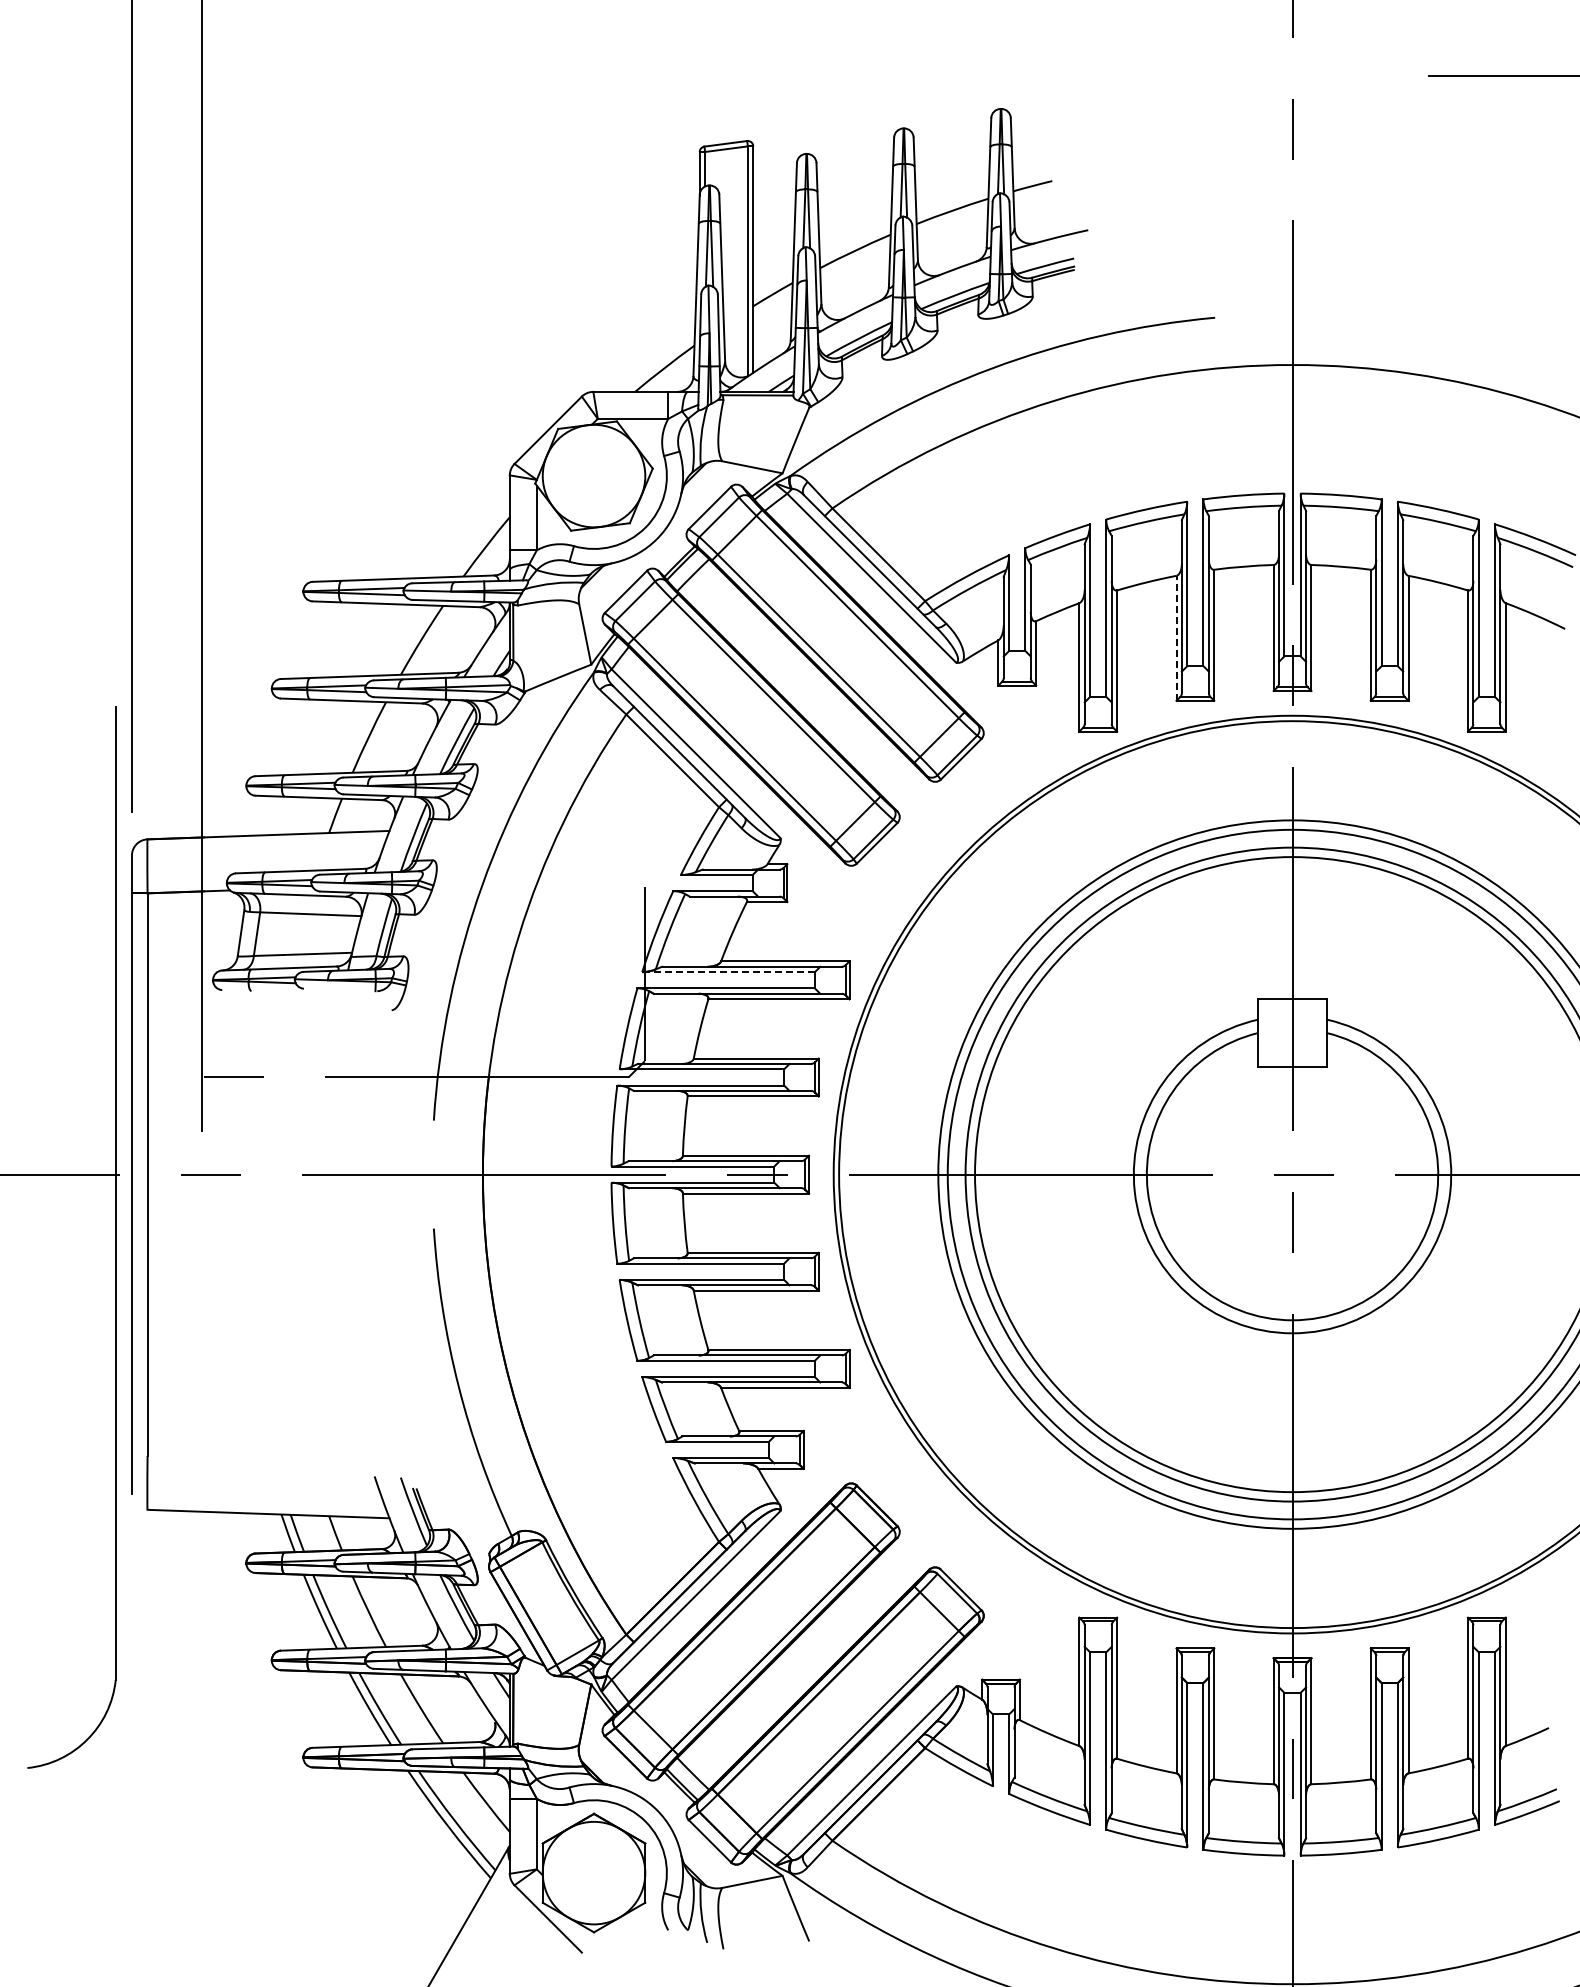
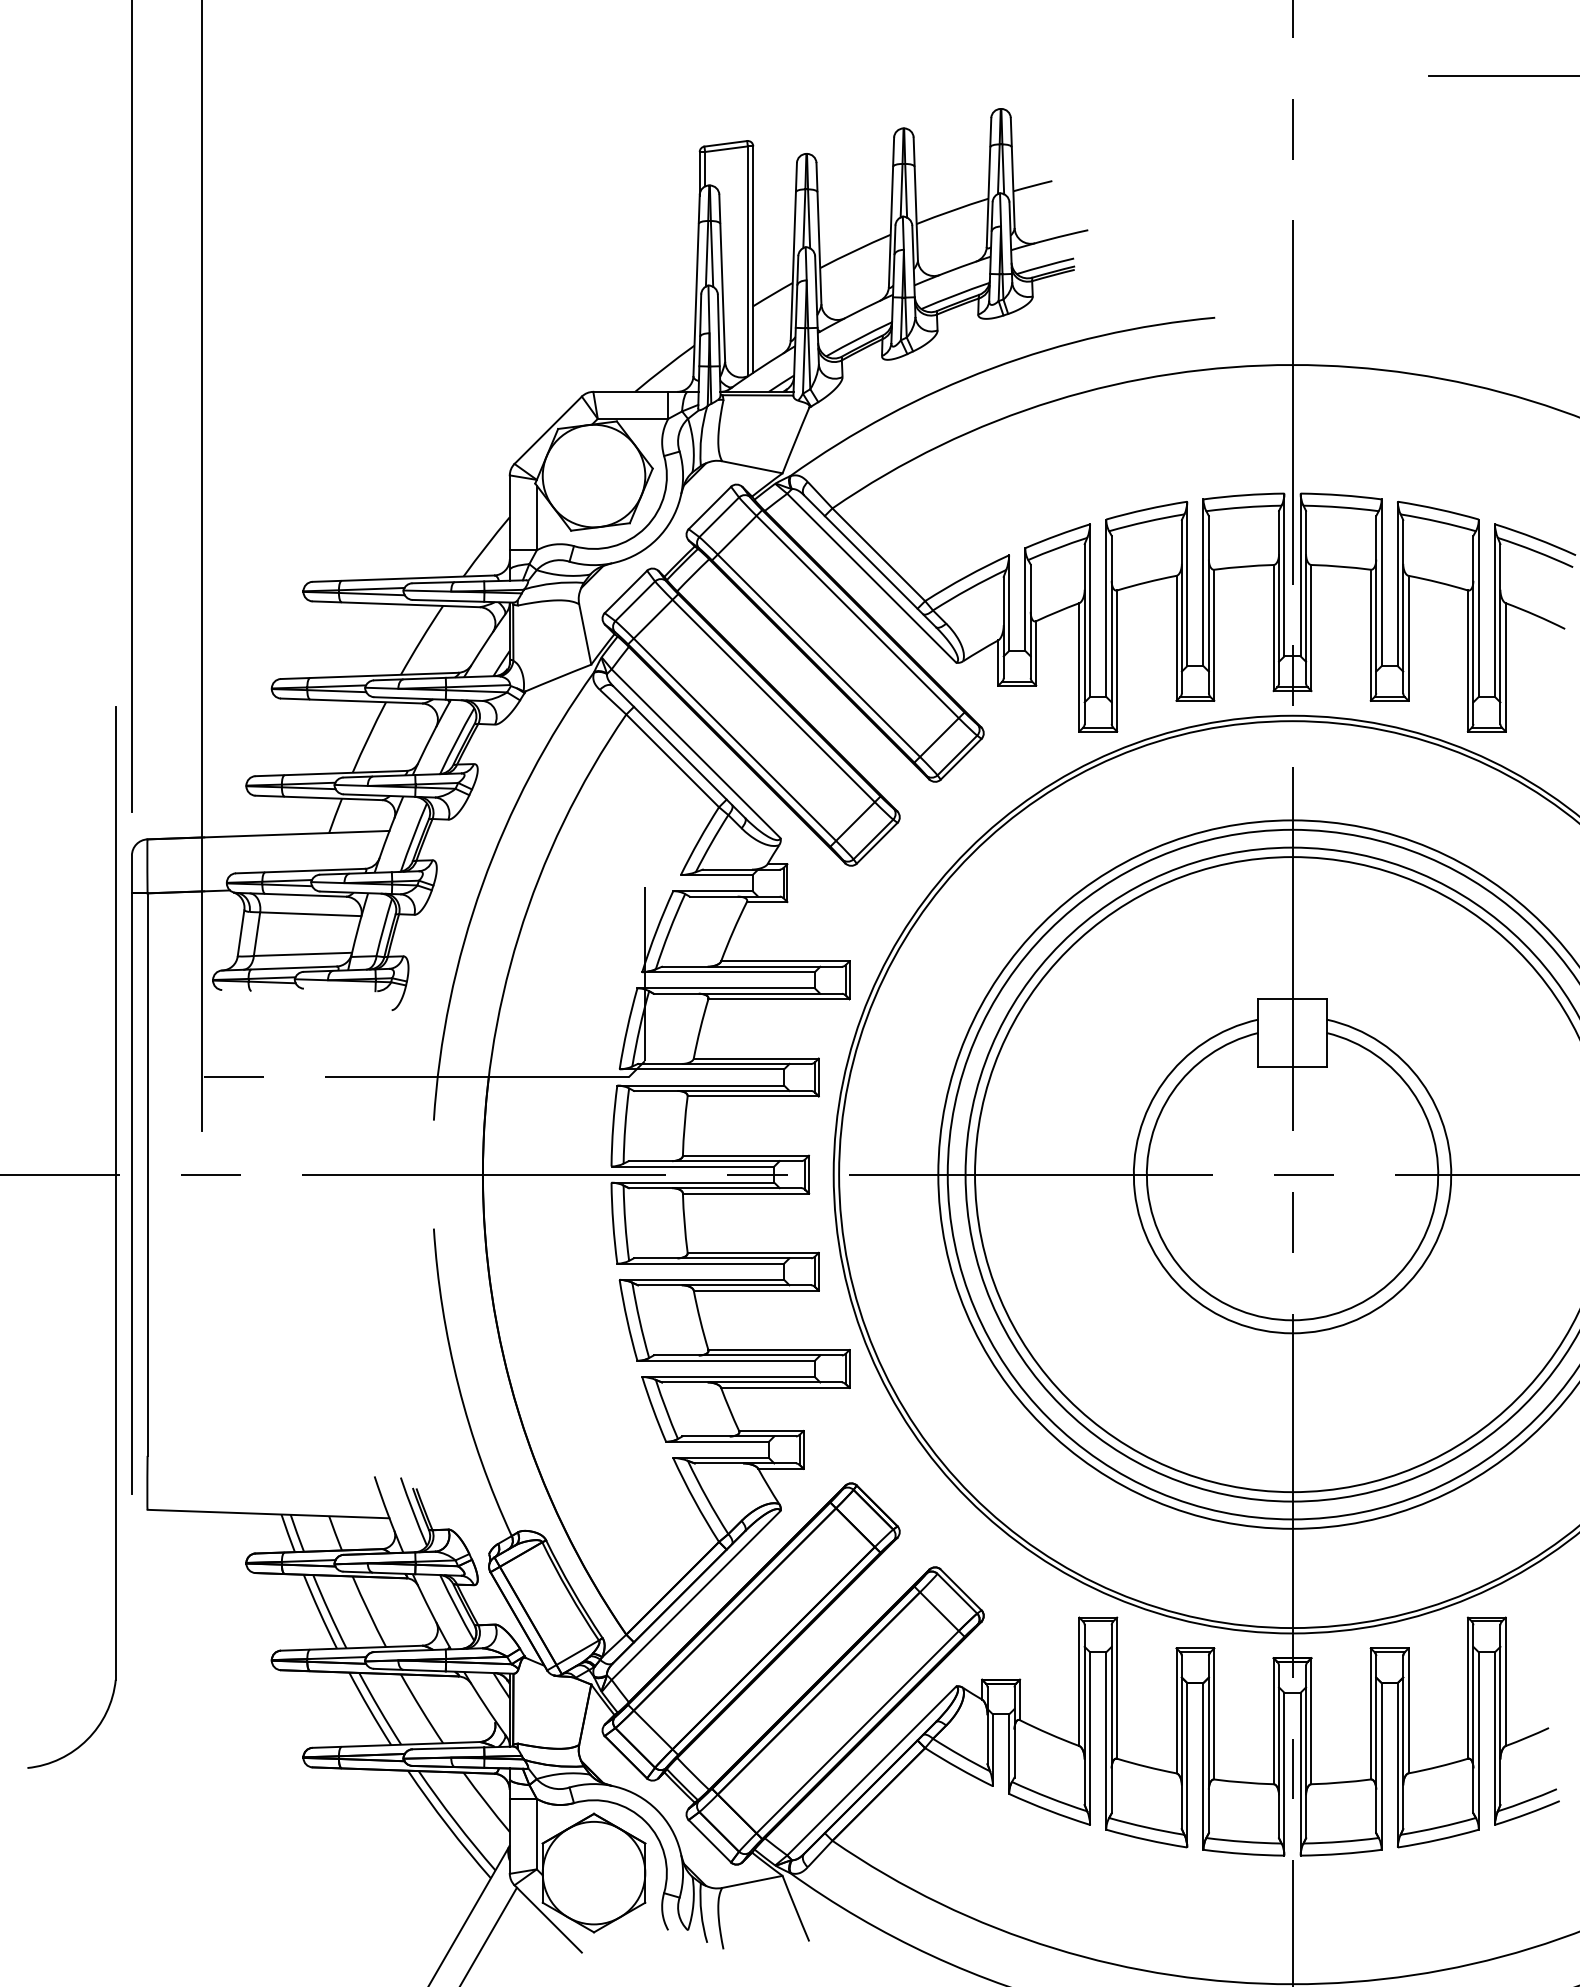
line at (1176, 637): dashed -> solid
line at (728, 972): dashed -> solid
line at (488, 1935): none -> present
